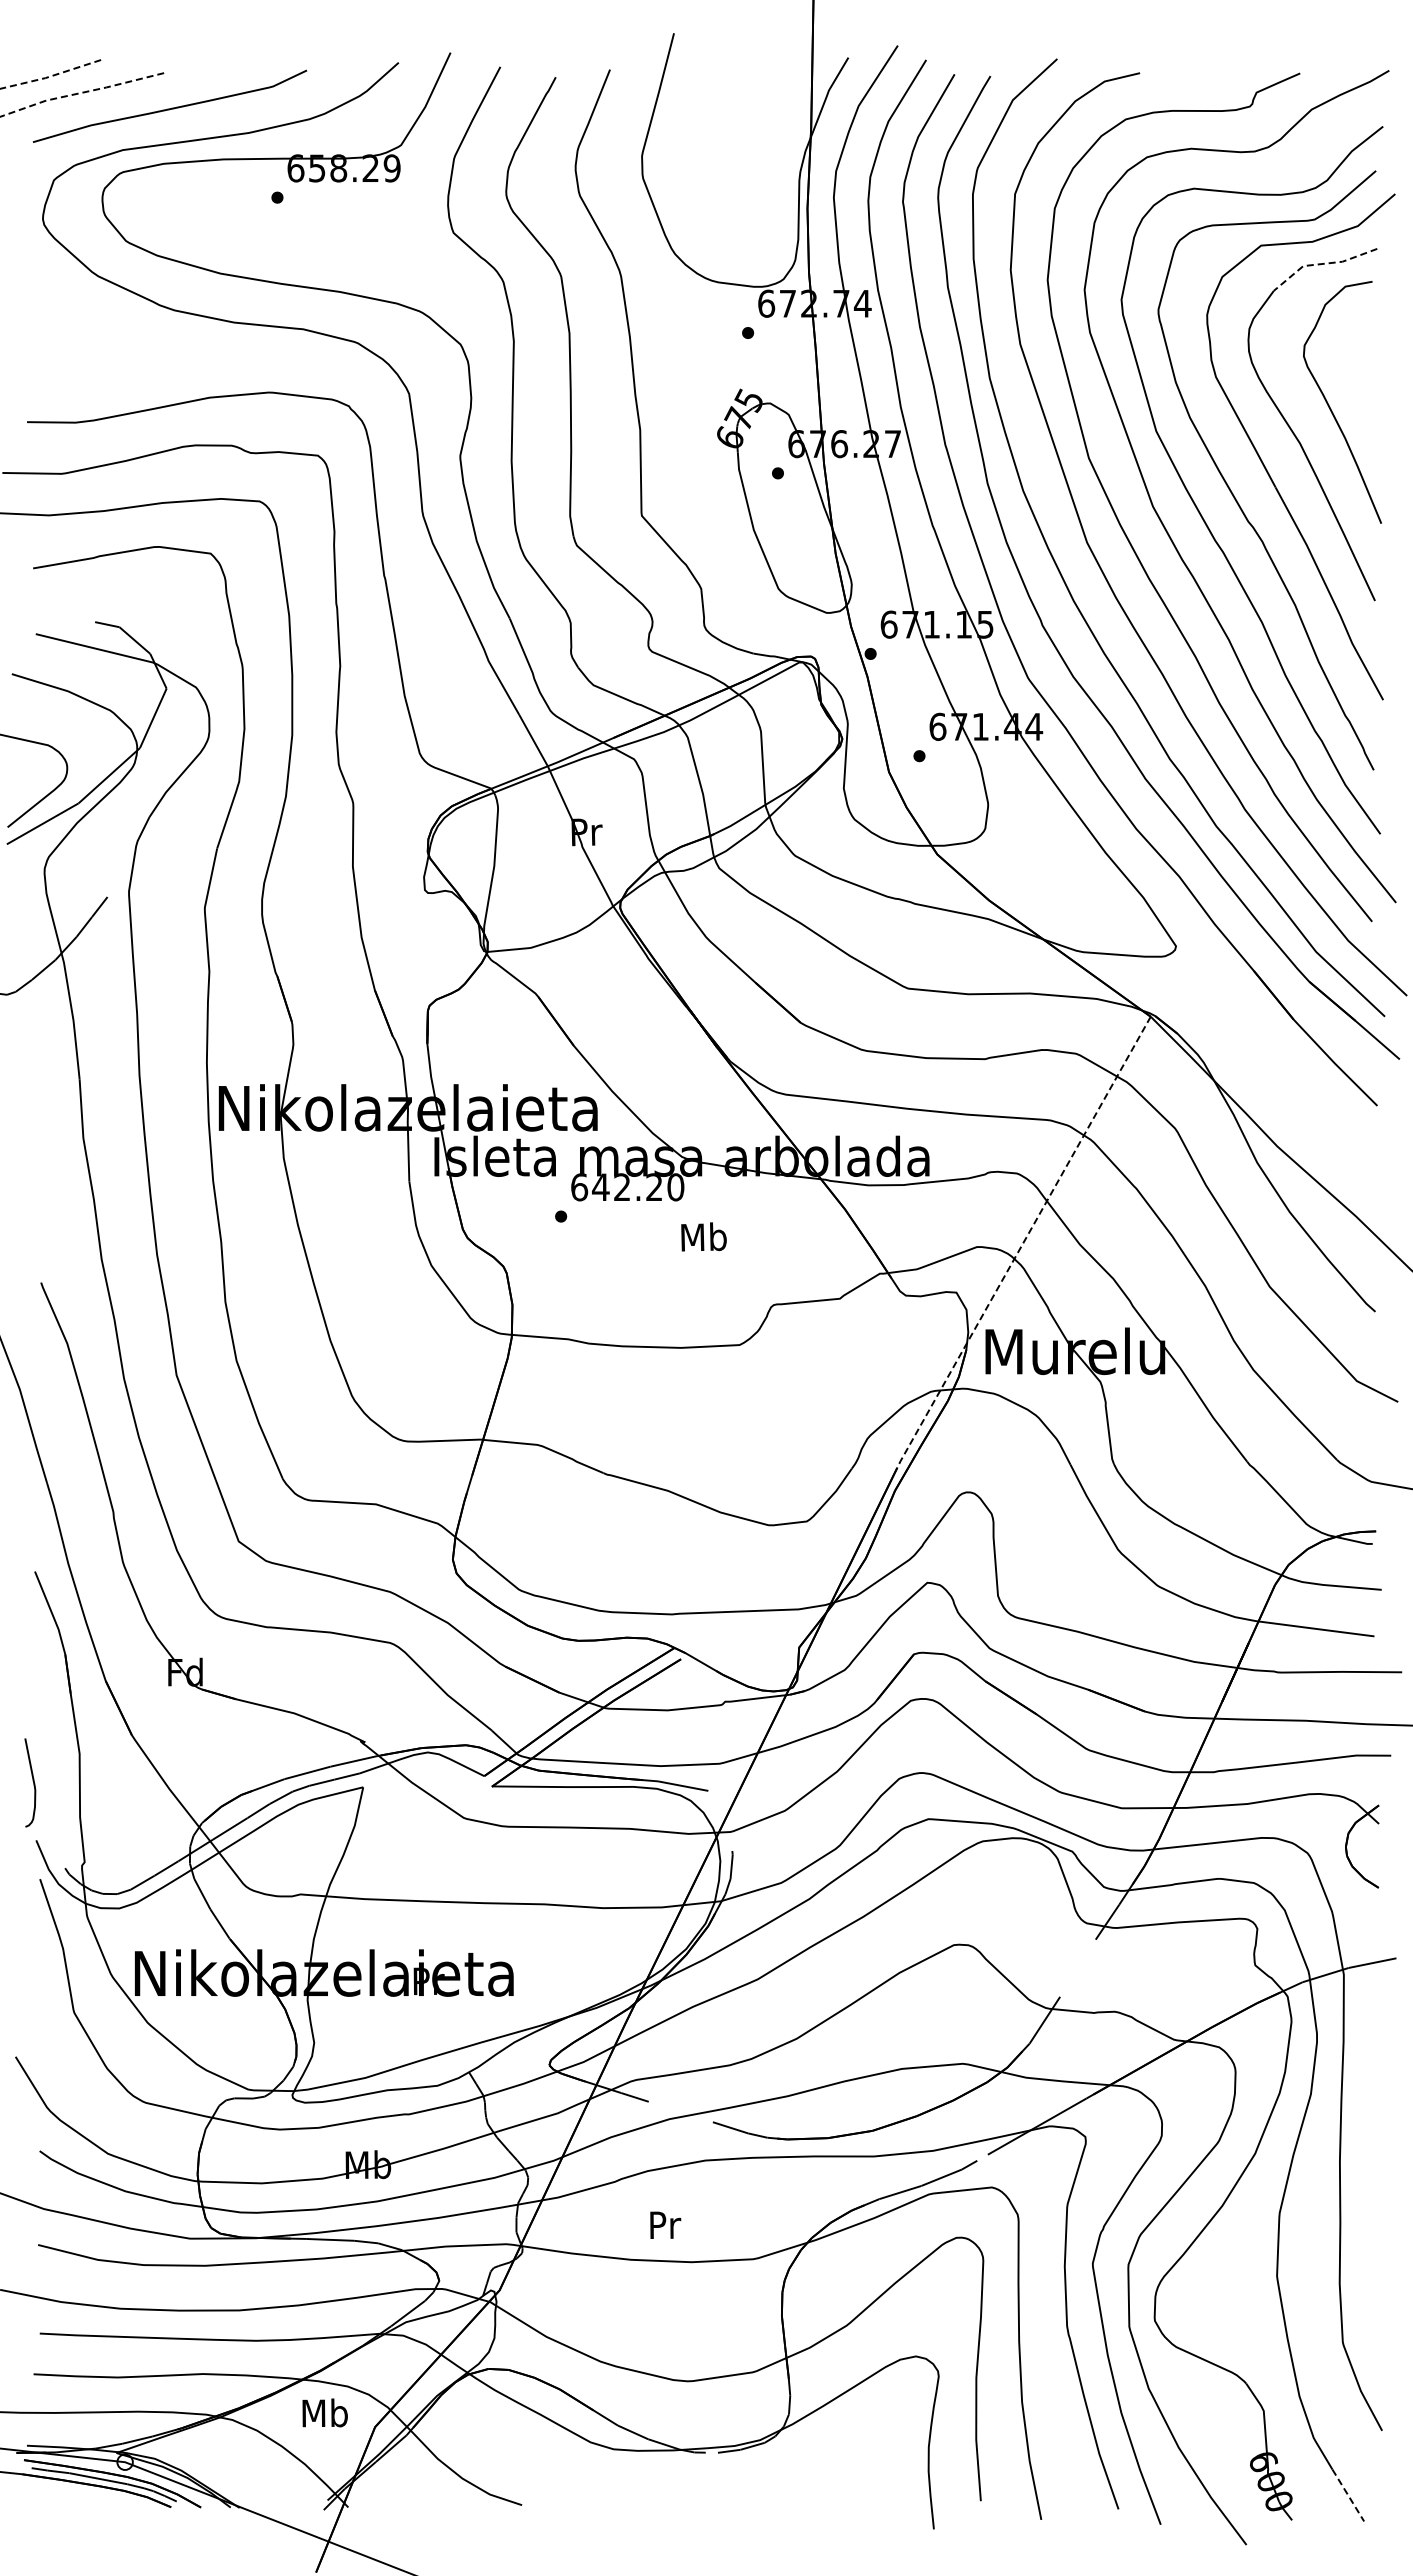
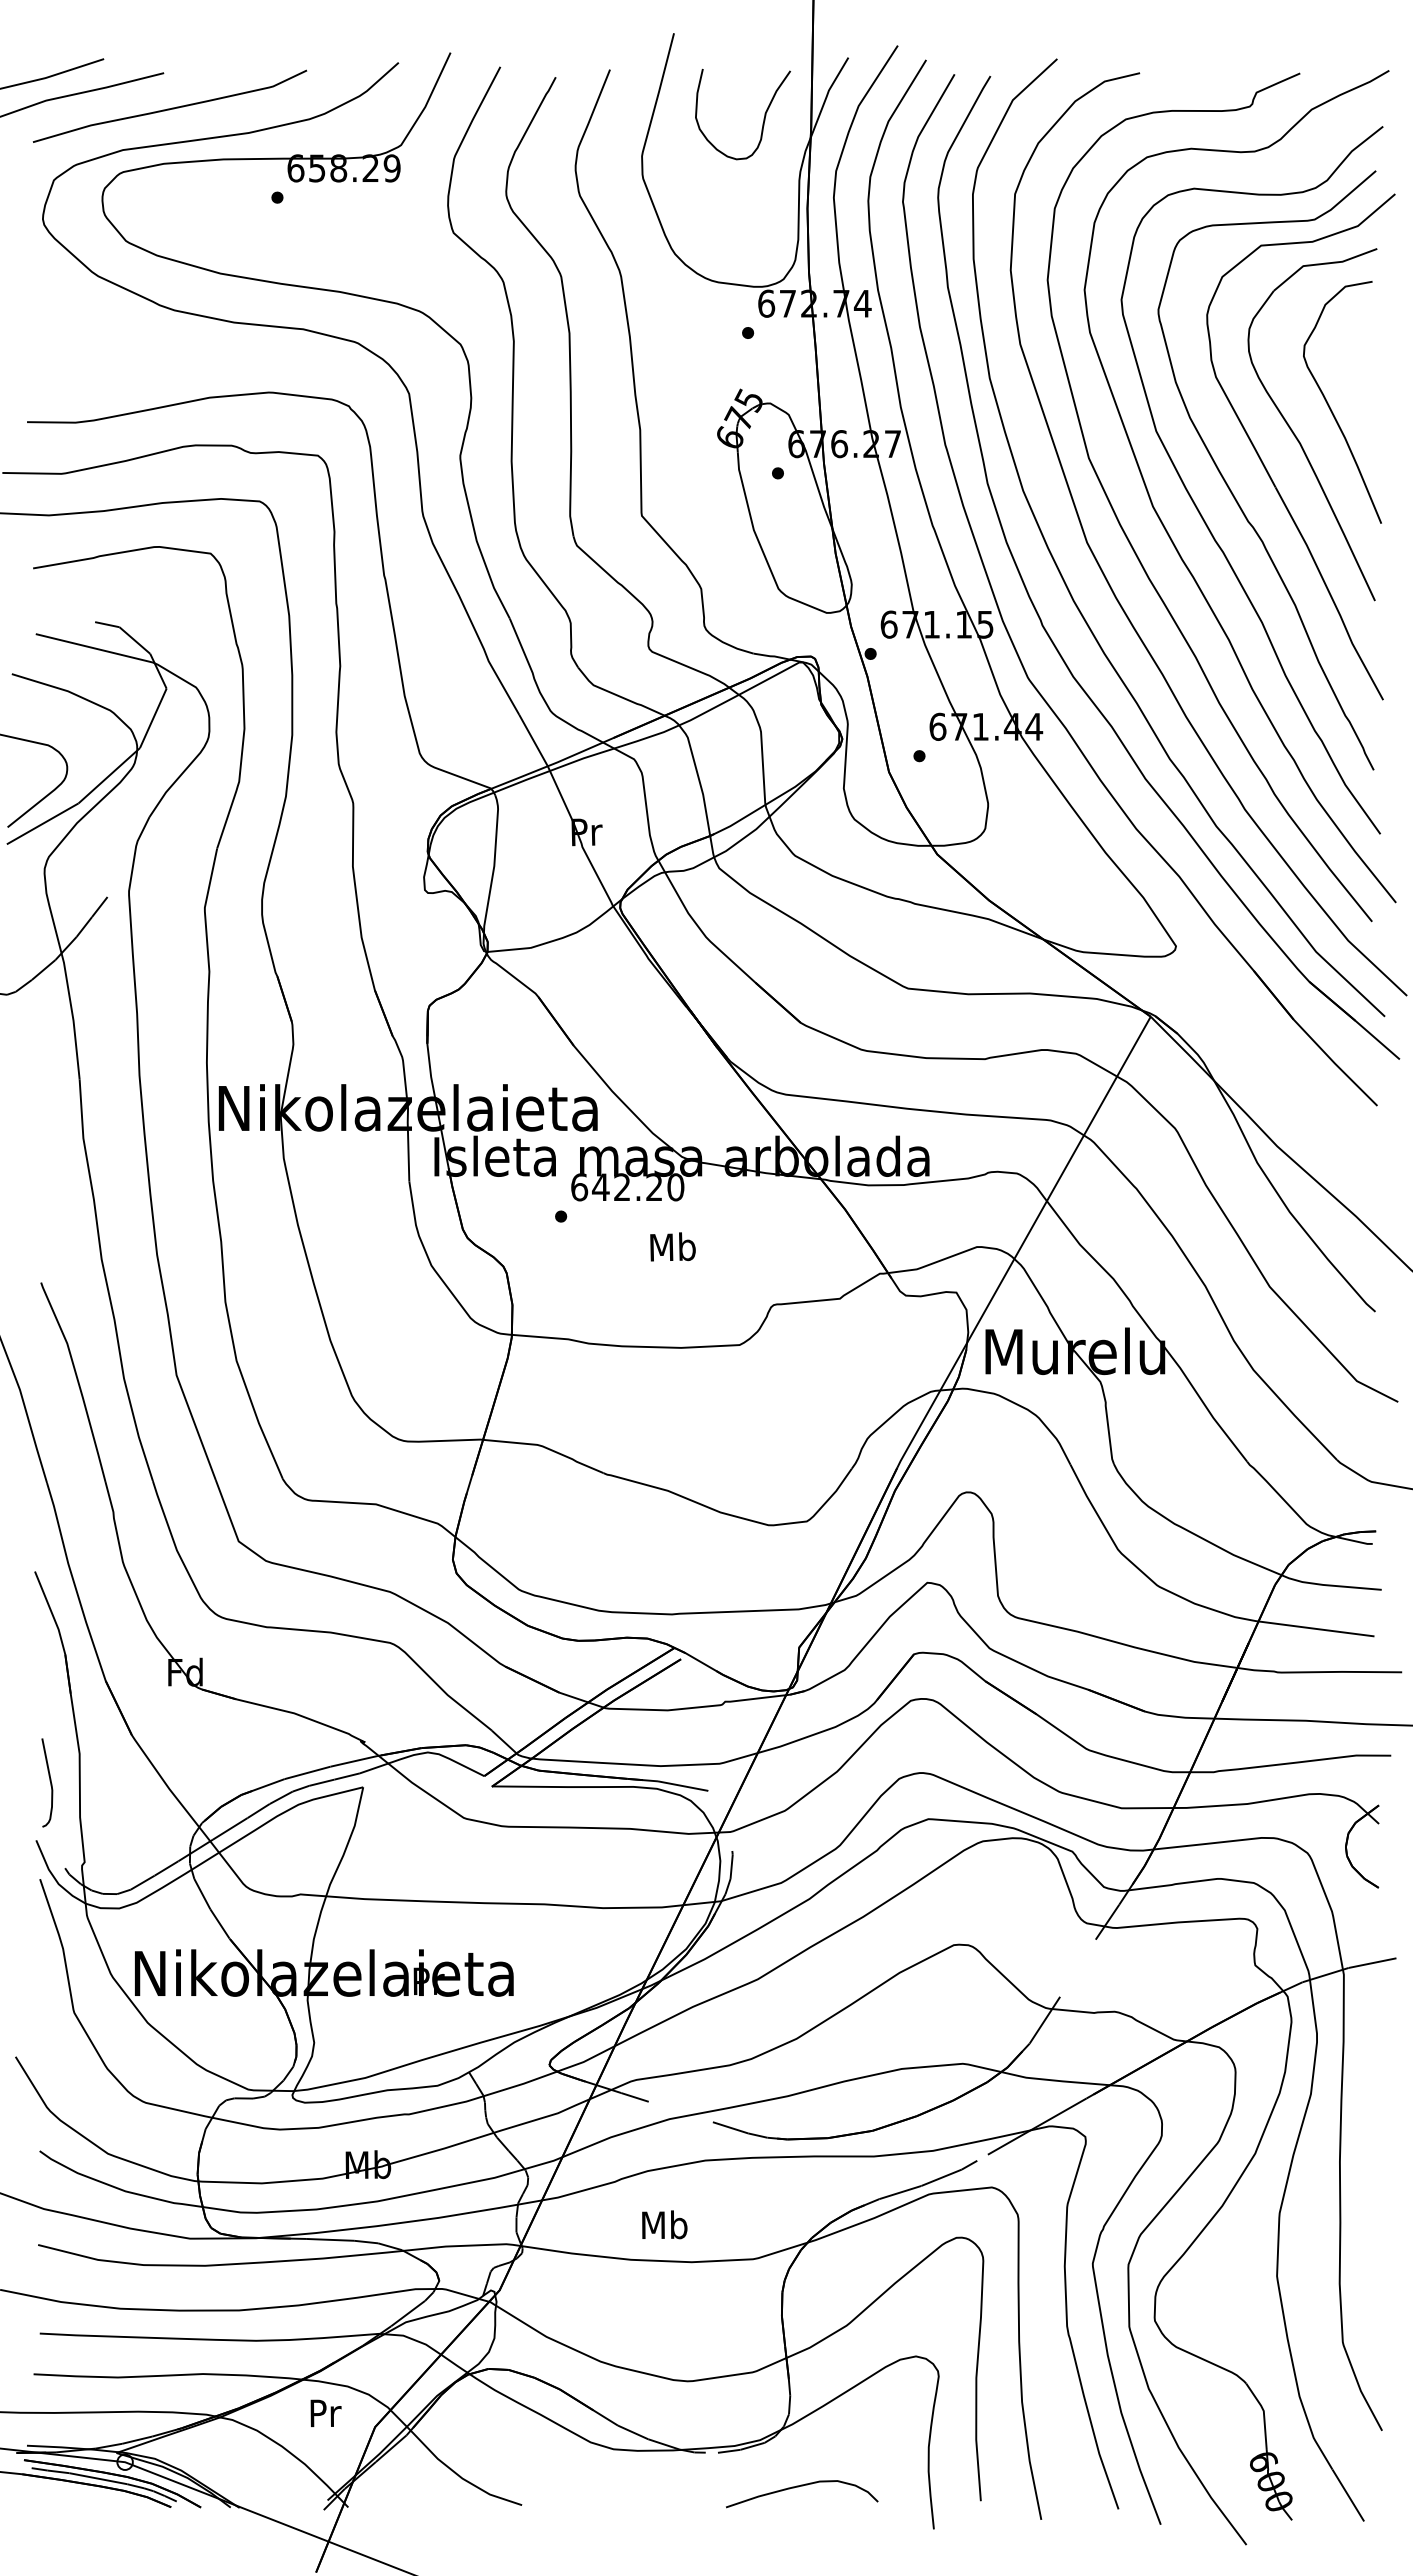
line at (52, 75): dashed -> solid
line at (81, 93): dashed -> solid
curve at (763, 118): none -> present
line at (1321, 264): dashed -> solid
text at (703, 1236) position: (703, 1236) -> (672, 1246)
line at (1023, 1243): dashed -> solid
curve at (32, 1781) position: (32, 1781) -> (49, 1781)
text at (664, 2224): Pr -> Mb
text at (324, 2412): Mb -> Pr
curve at (802, 2486): none -> present
line at (1348, 2495): dashed -> solid
